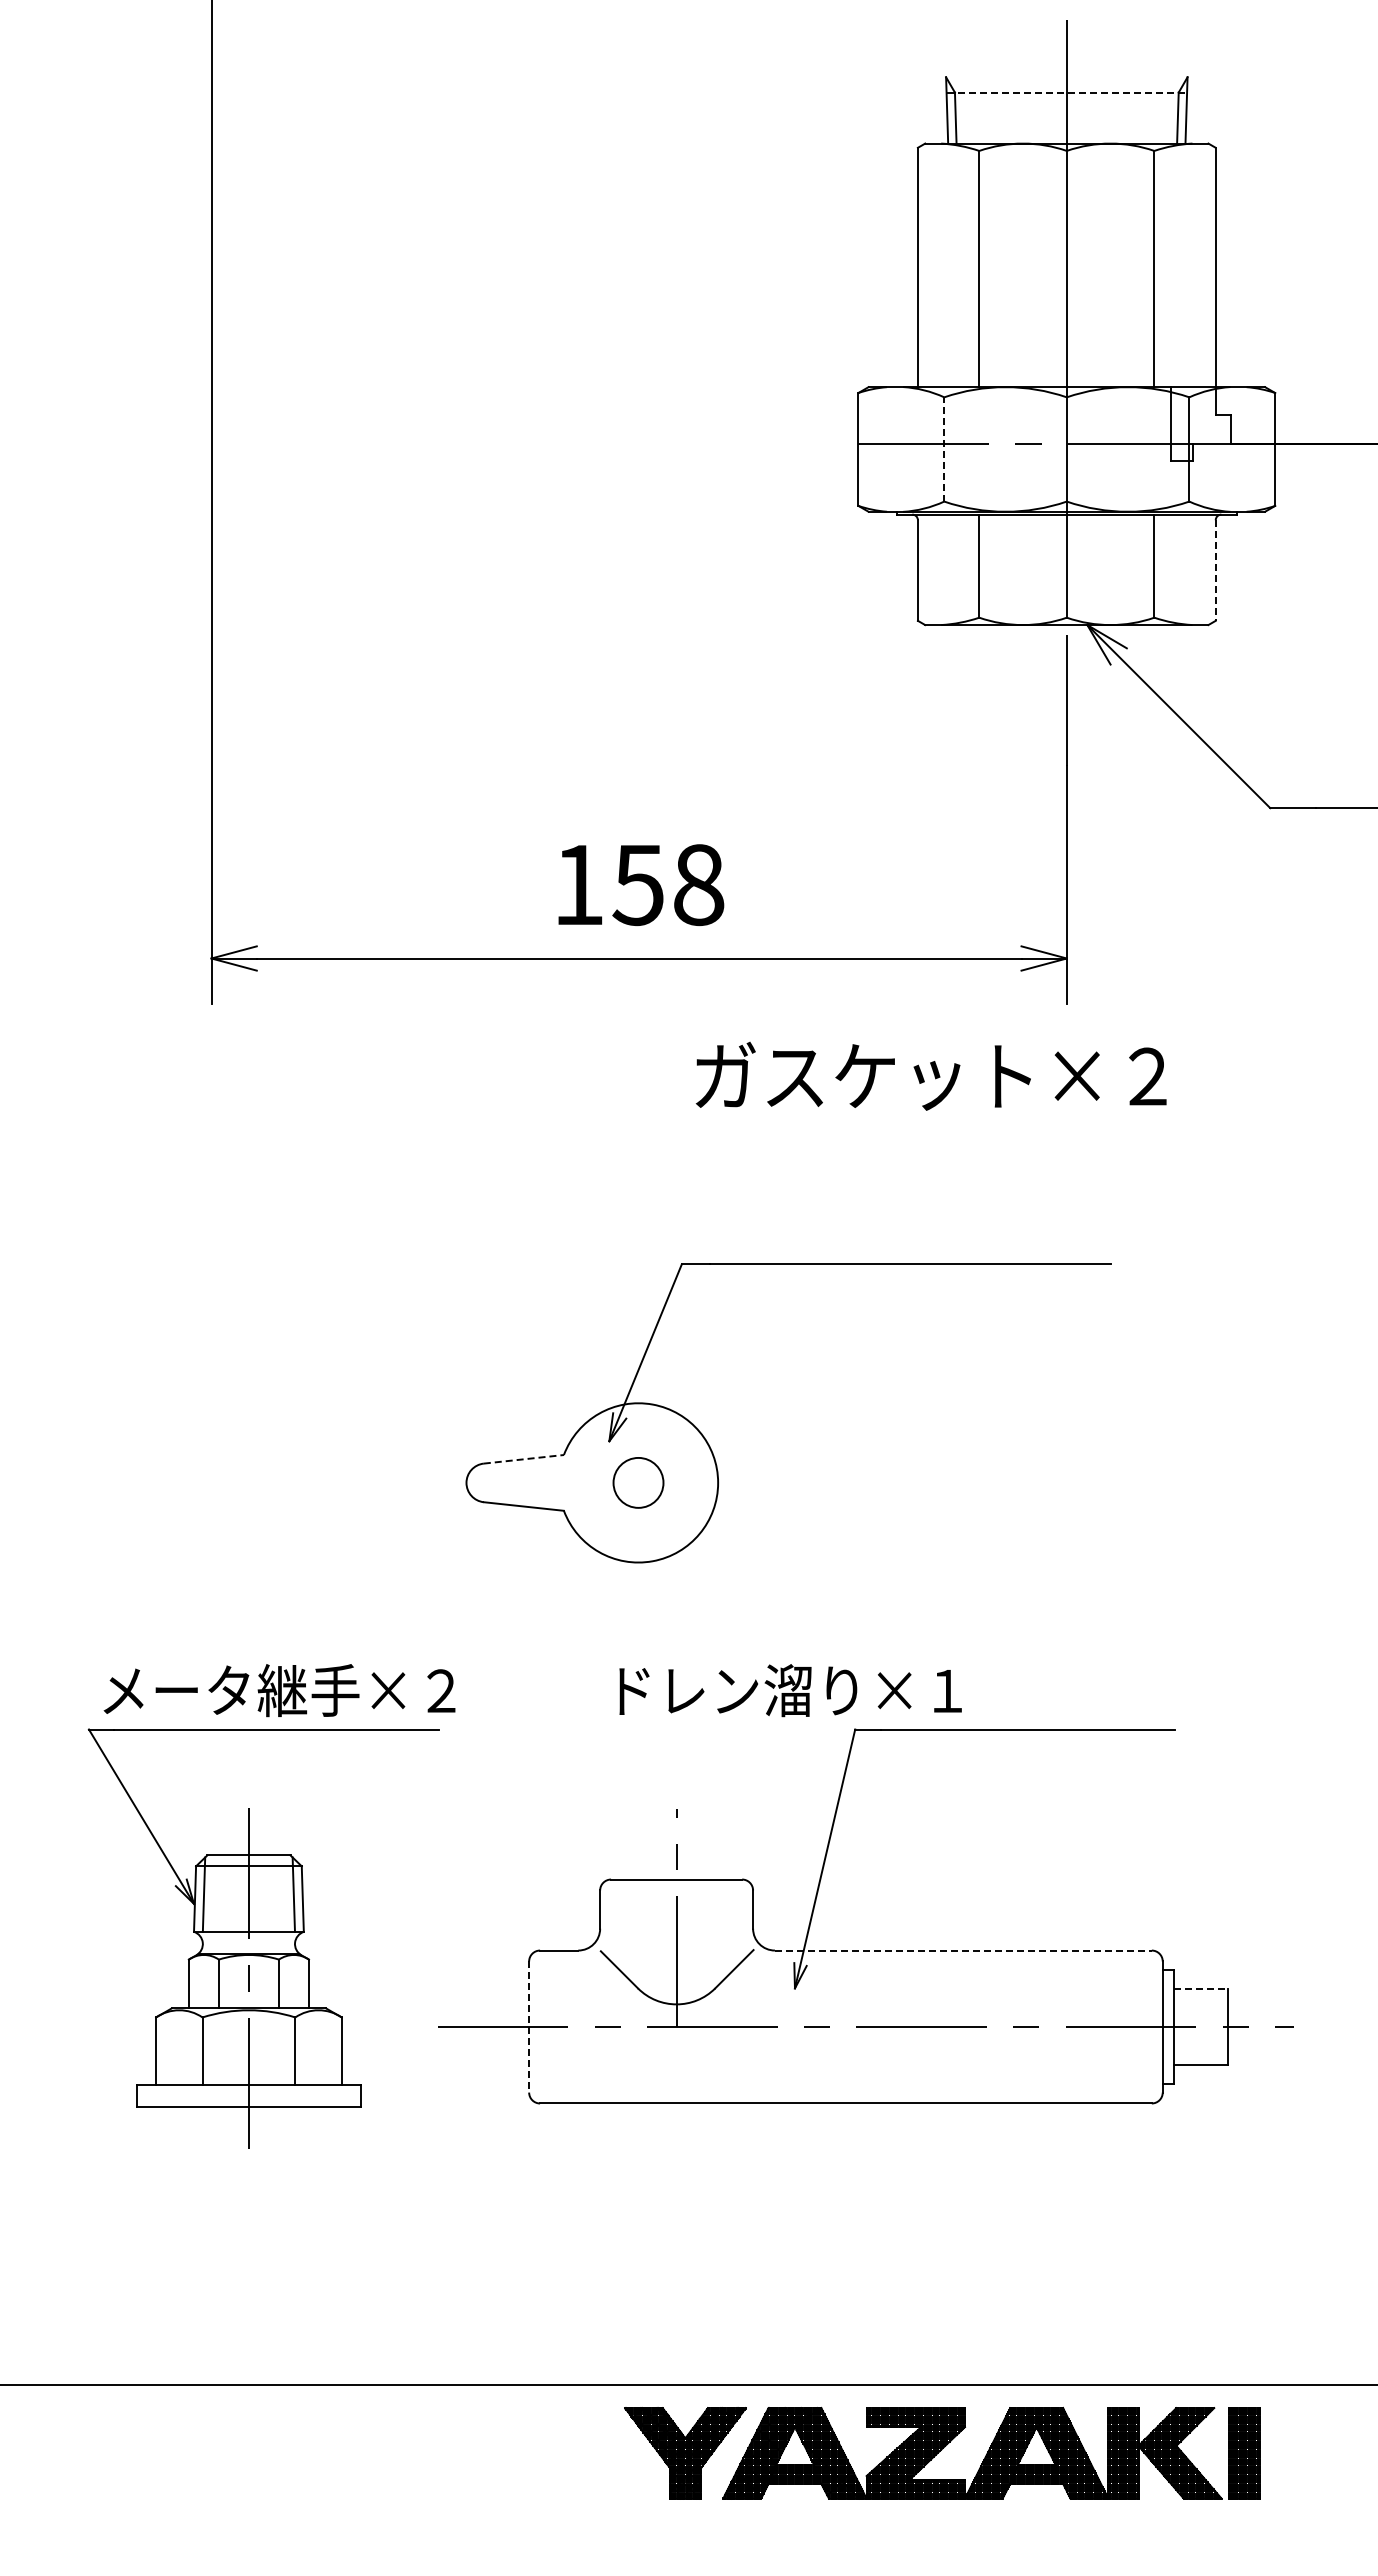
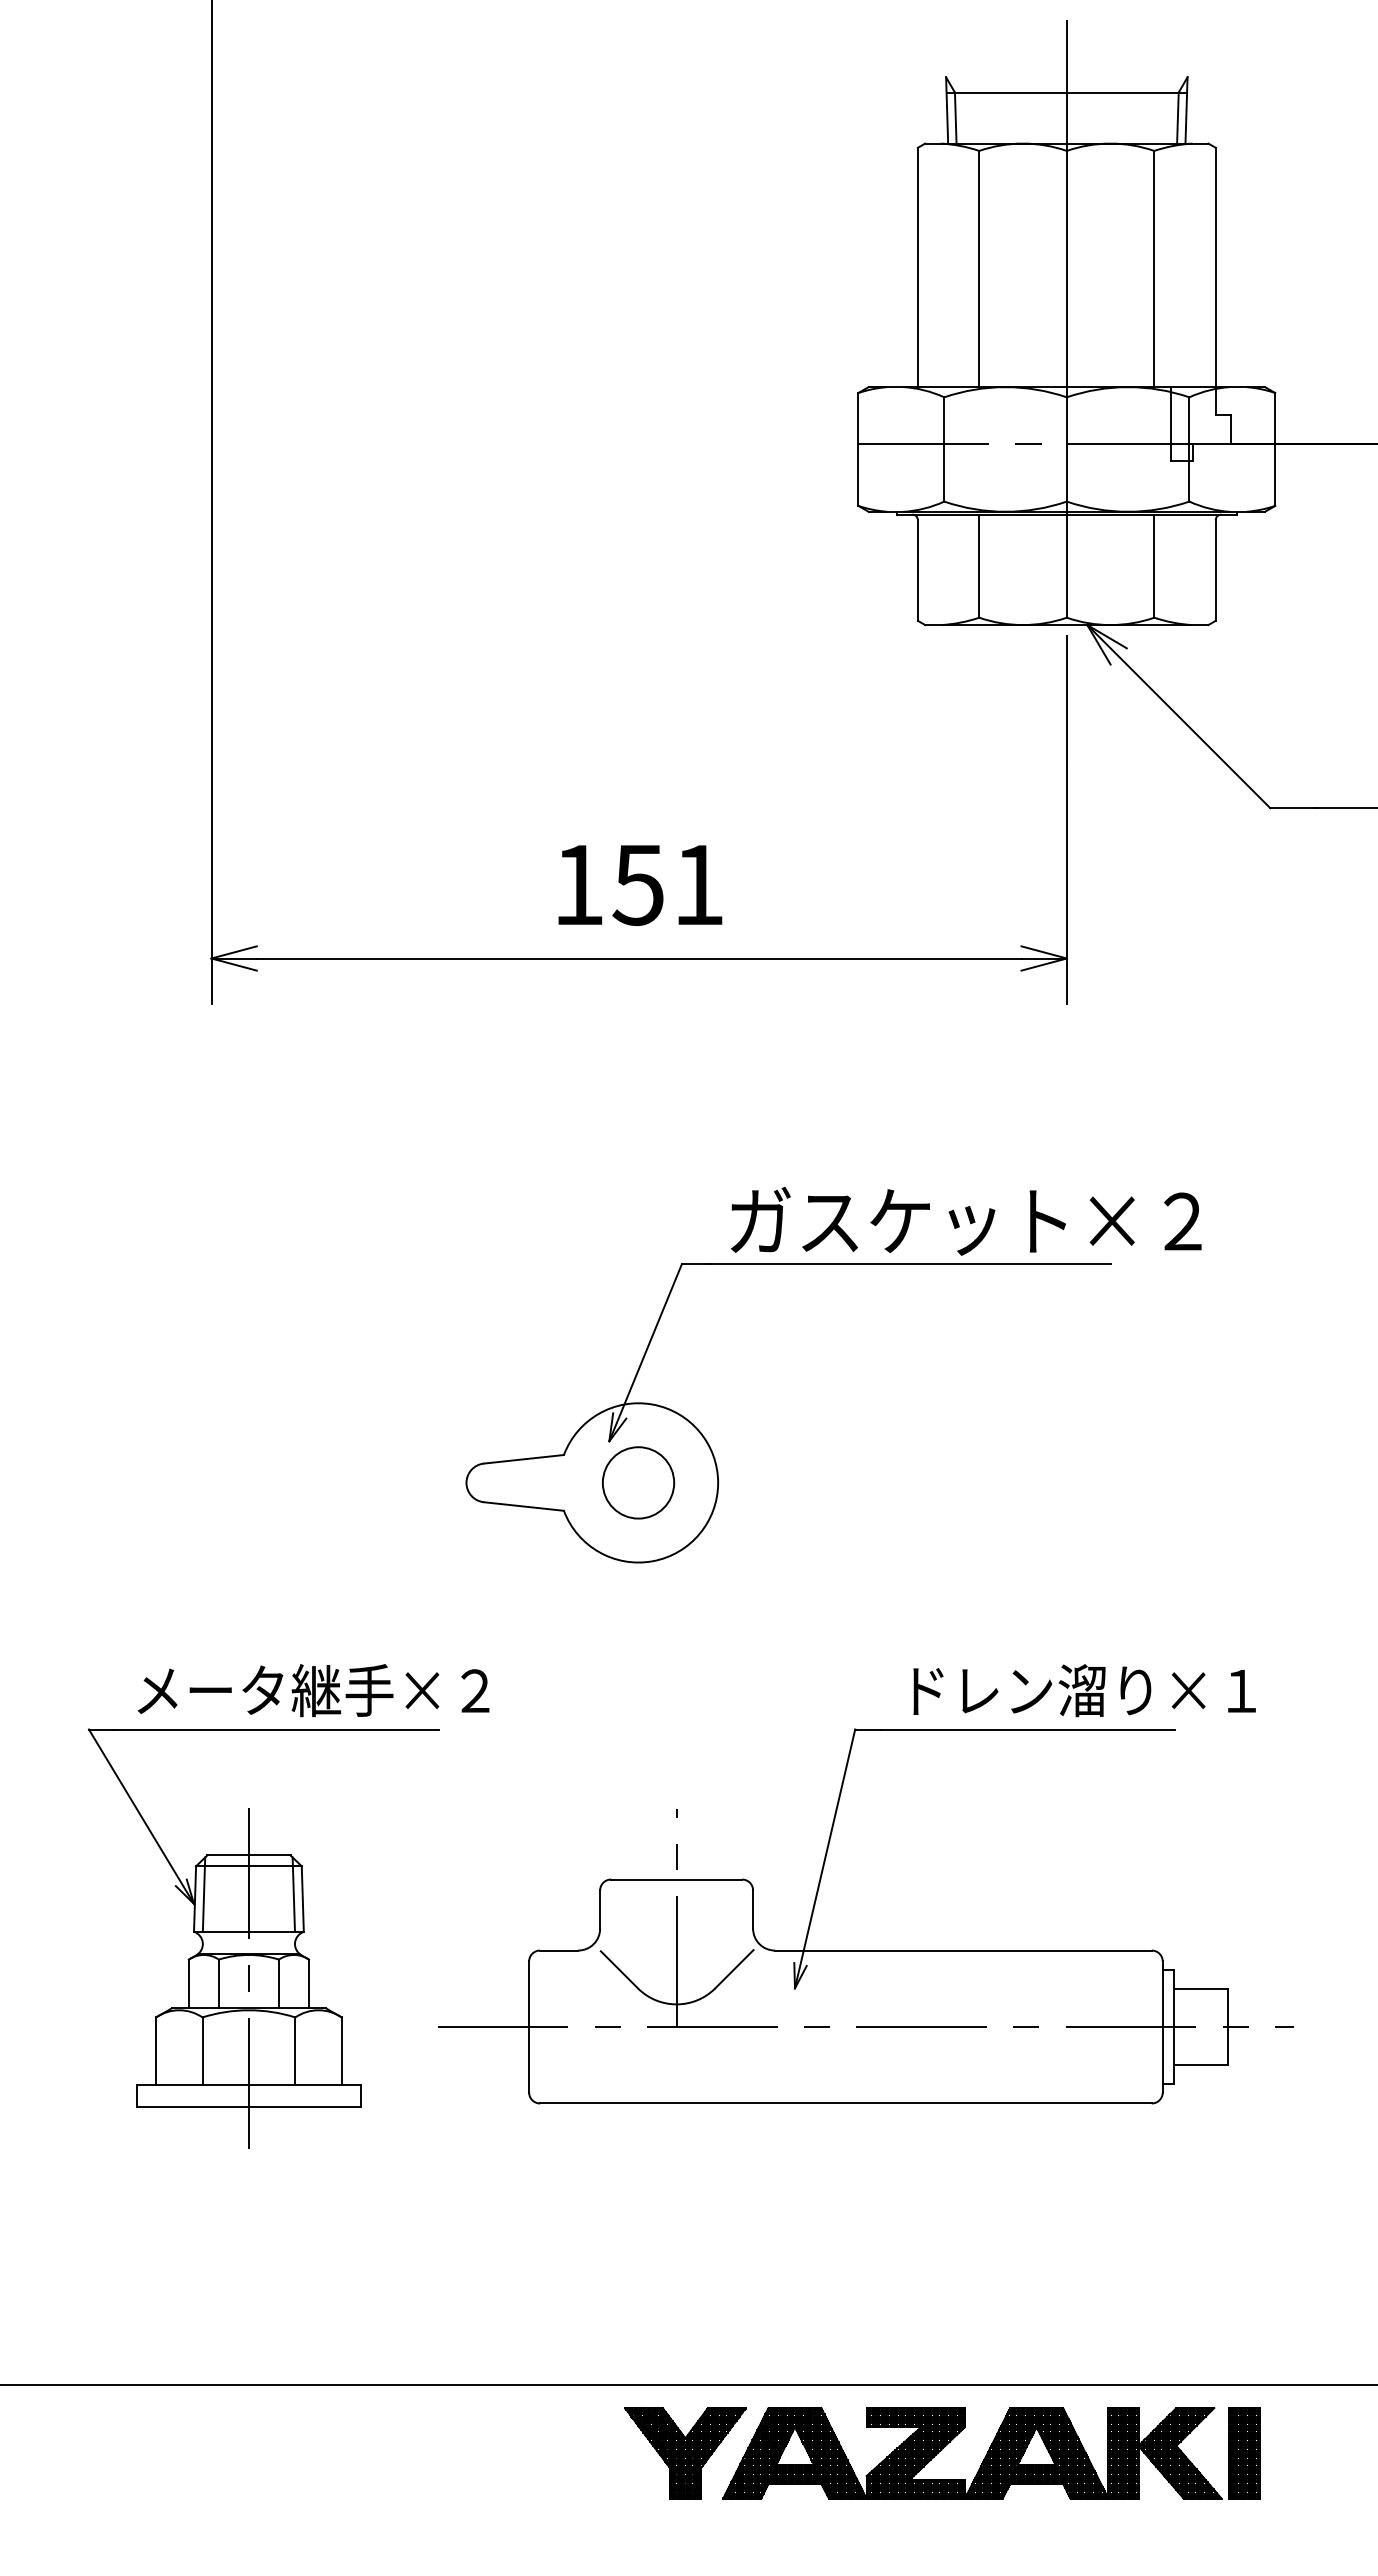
line at (1067, 92): dashed -> solid
line at (944, 448): dashed -> solid
line at (1215, 571): dashed -> solid
text at (699, 885): 158 -> 151
text at (930, 1075) position: (930, 1075) -> (965, 1220)
line at (524, 1459): dashed -> solid
circle at (638, 1482) diameter: 50 px -> 71 px
text at (279, 1690) position: (279, 1690) -> (313, 1690)
text at (790, 1690) position: (790, 1690) -> (1084, 1690)
line at (963, 1950): dashed -> solid
line at (1201, 1988): dashed -> solid
line at (529, 2027): dashed -> solid
